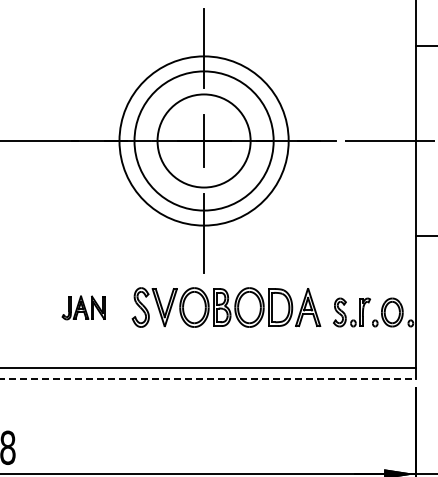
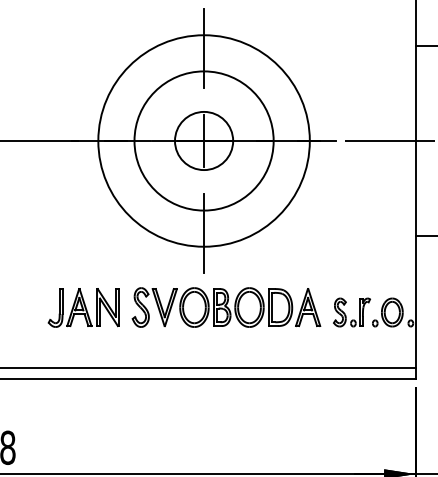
circle at (203, 140) diameter: 169 px -> 211 px
circle at (203, 140) diameter: 93 px -> 58 px
part at (83, 307) size: 45x26 px -> 73x40 px
line at (208, 378): dashed -> solid
